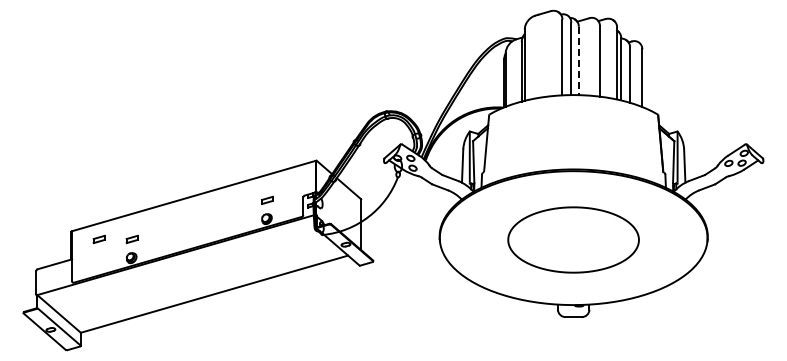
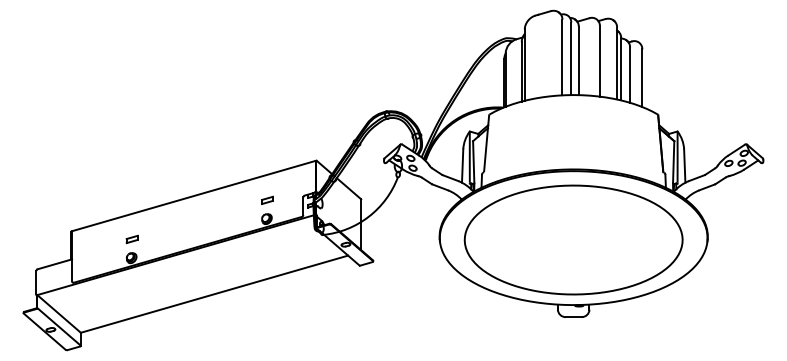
line at (578, 61): dashed -> solid
part at (98, 239): present -> none
part at (573, 239) size: 133x68 px -> 221x112 px
